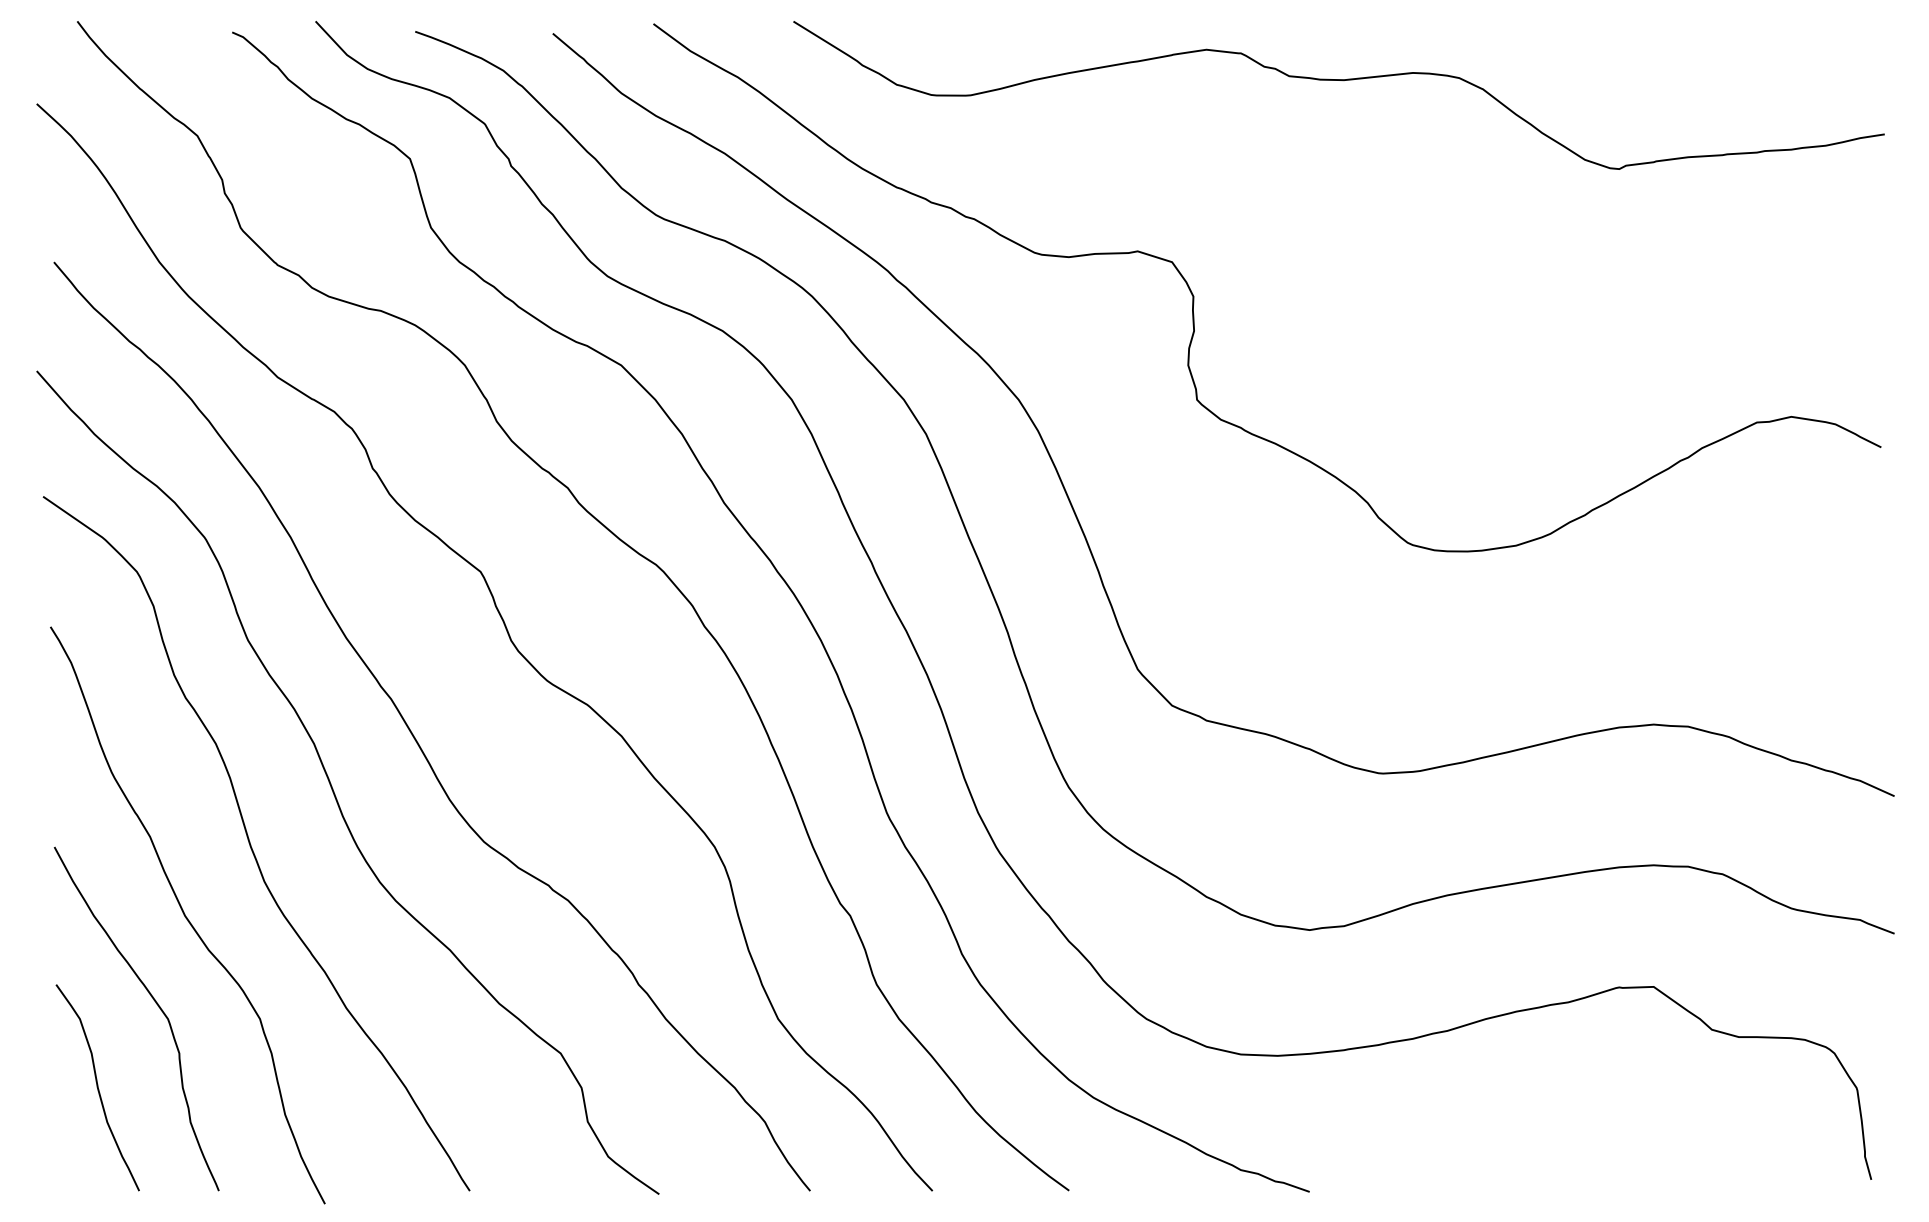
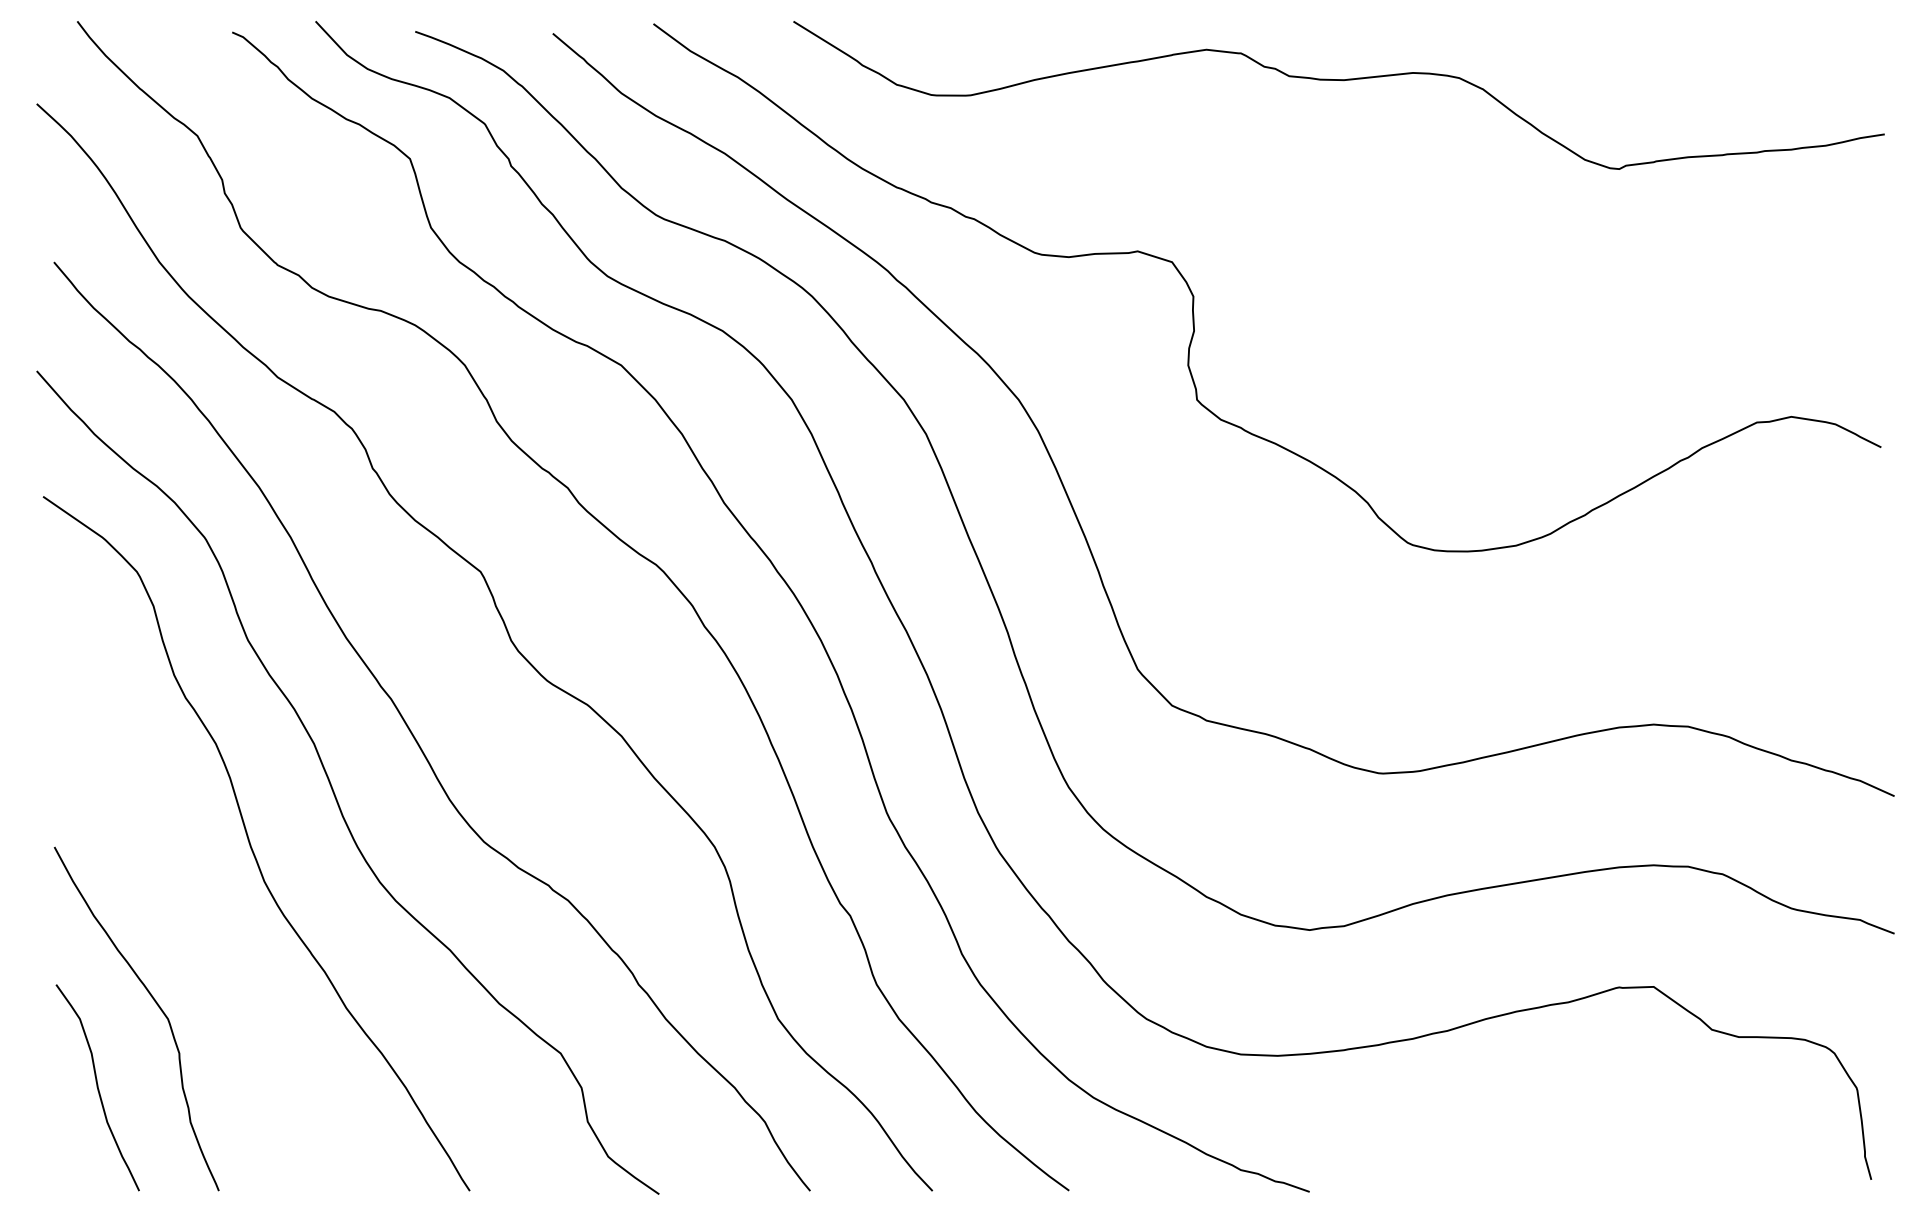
curve at (186, 916): present -> none
